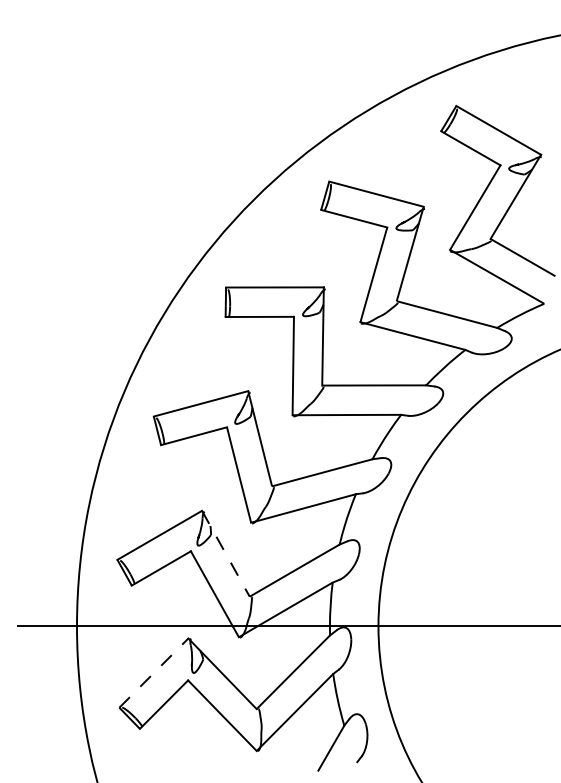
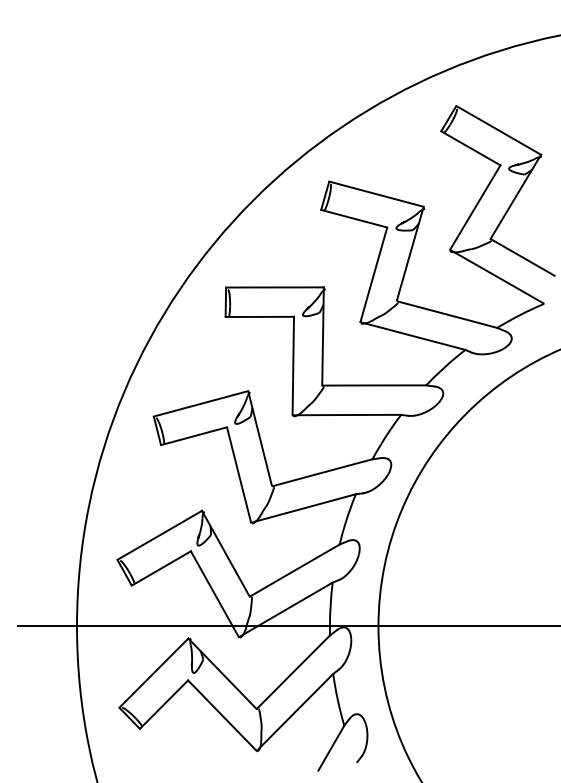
line at (226, 554): dashed -> solid
line at (153, 673): dashed -> solid
